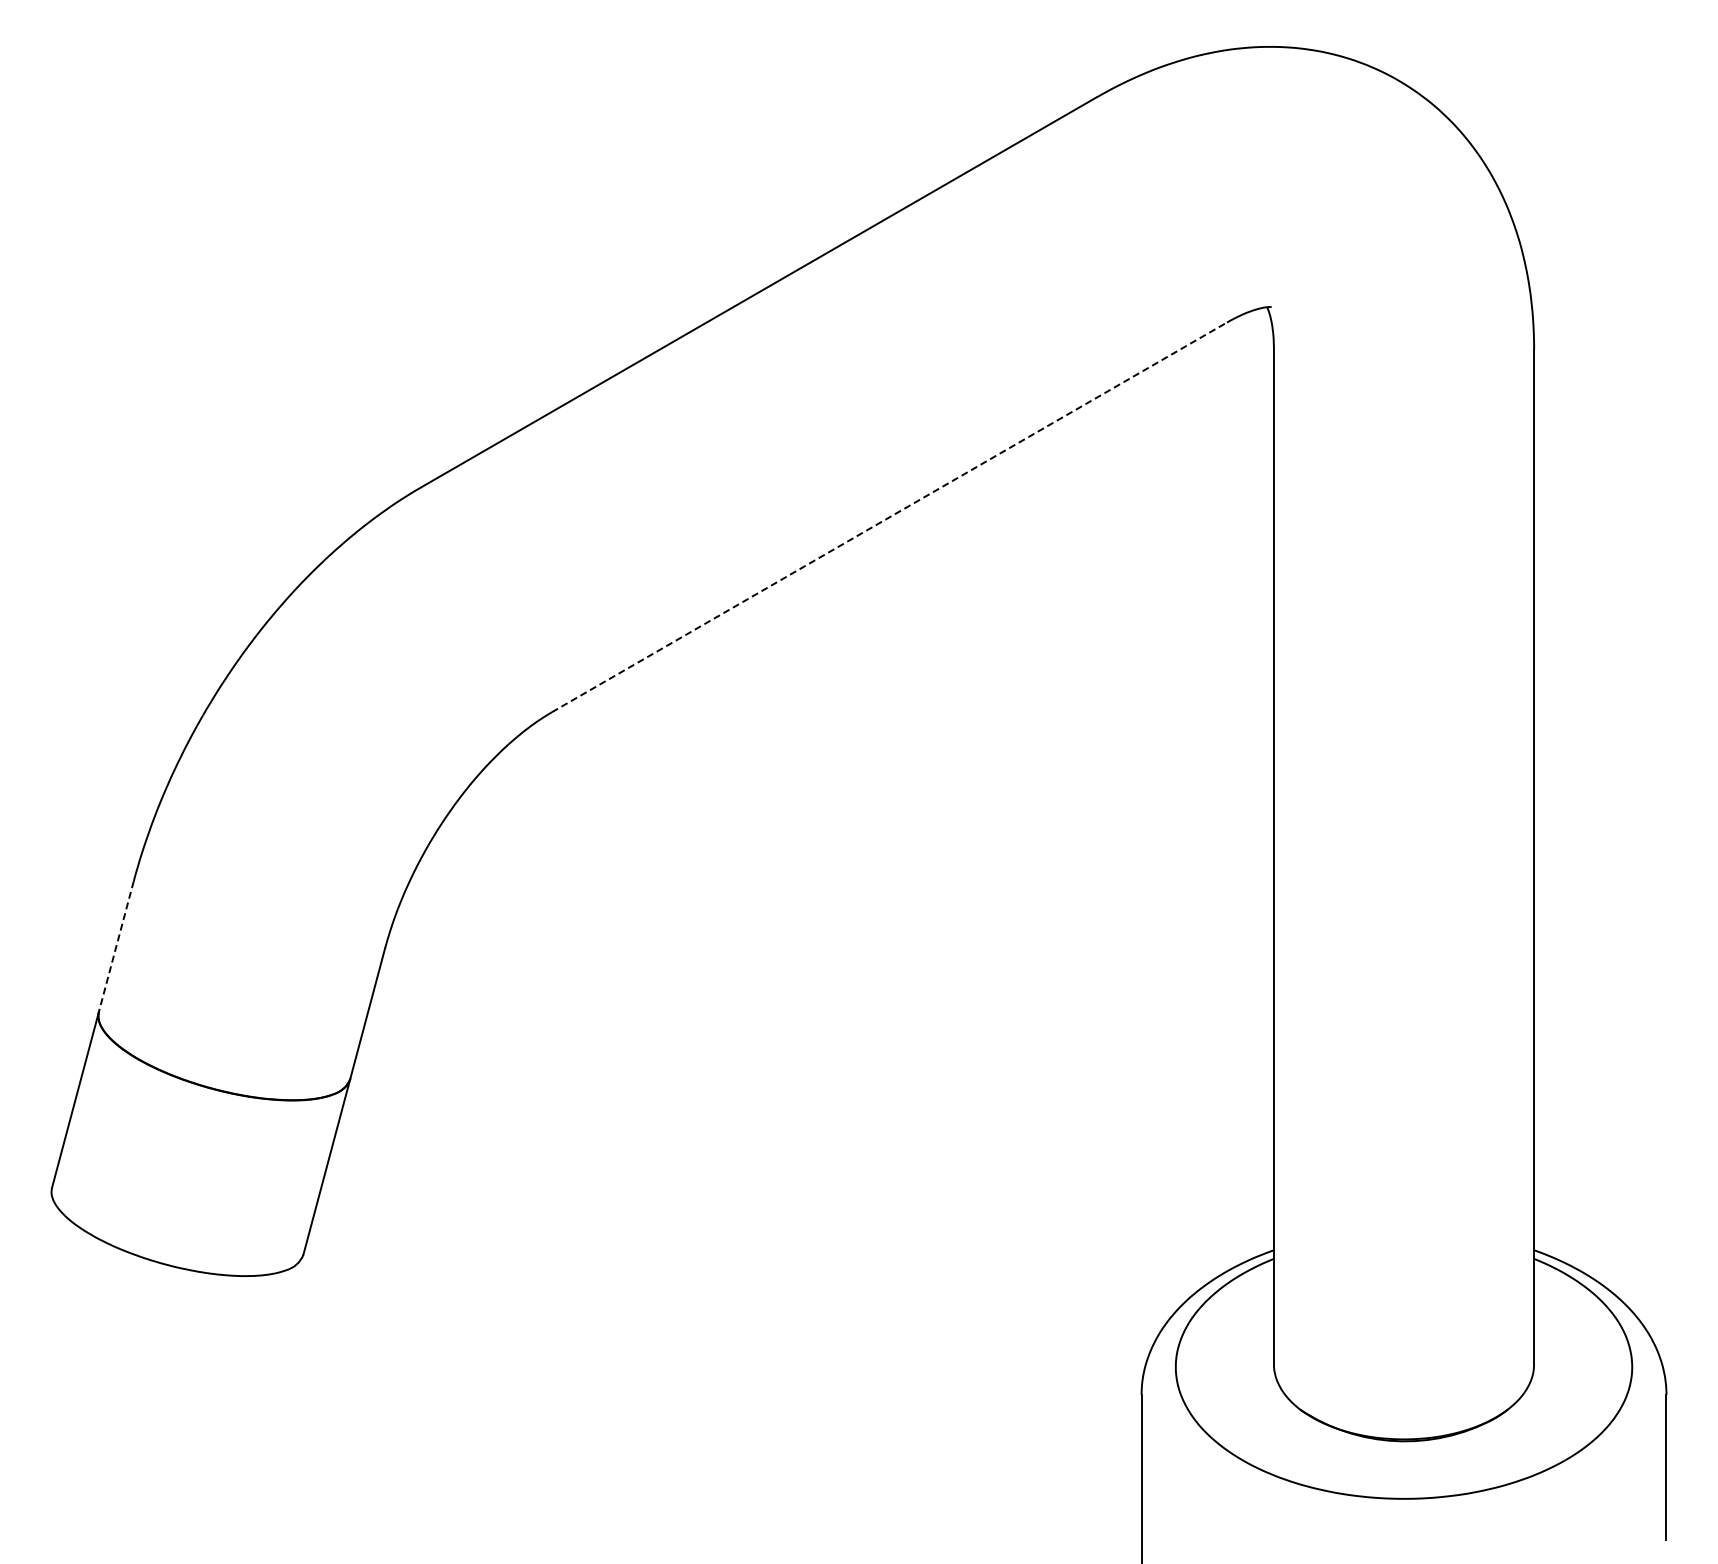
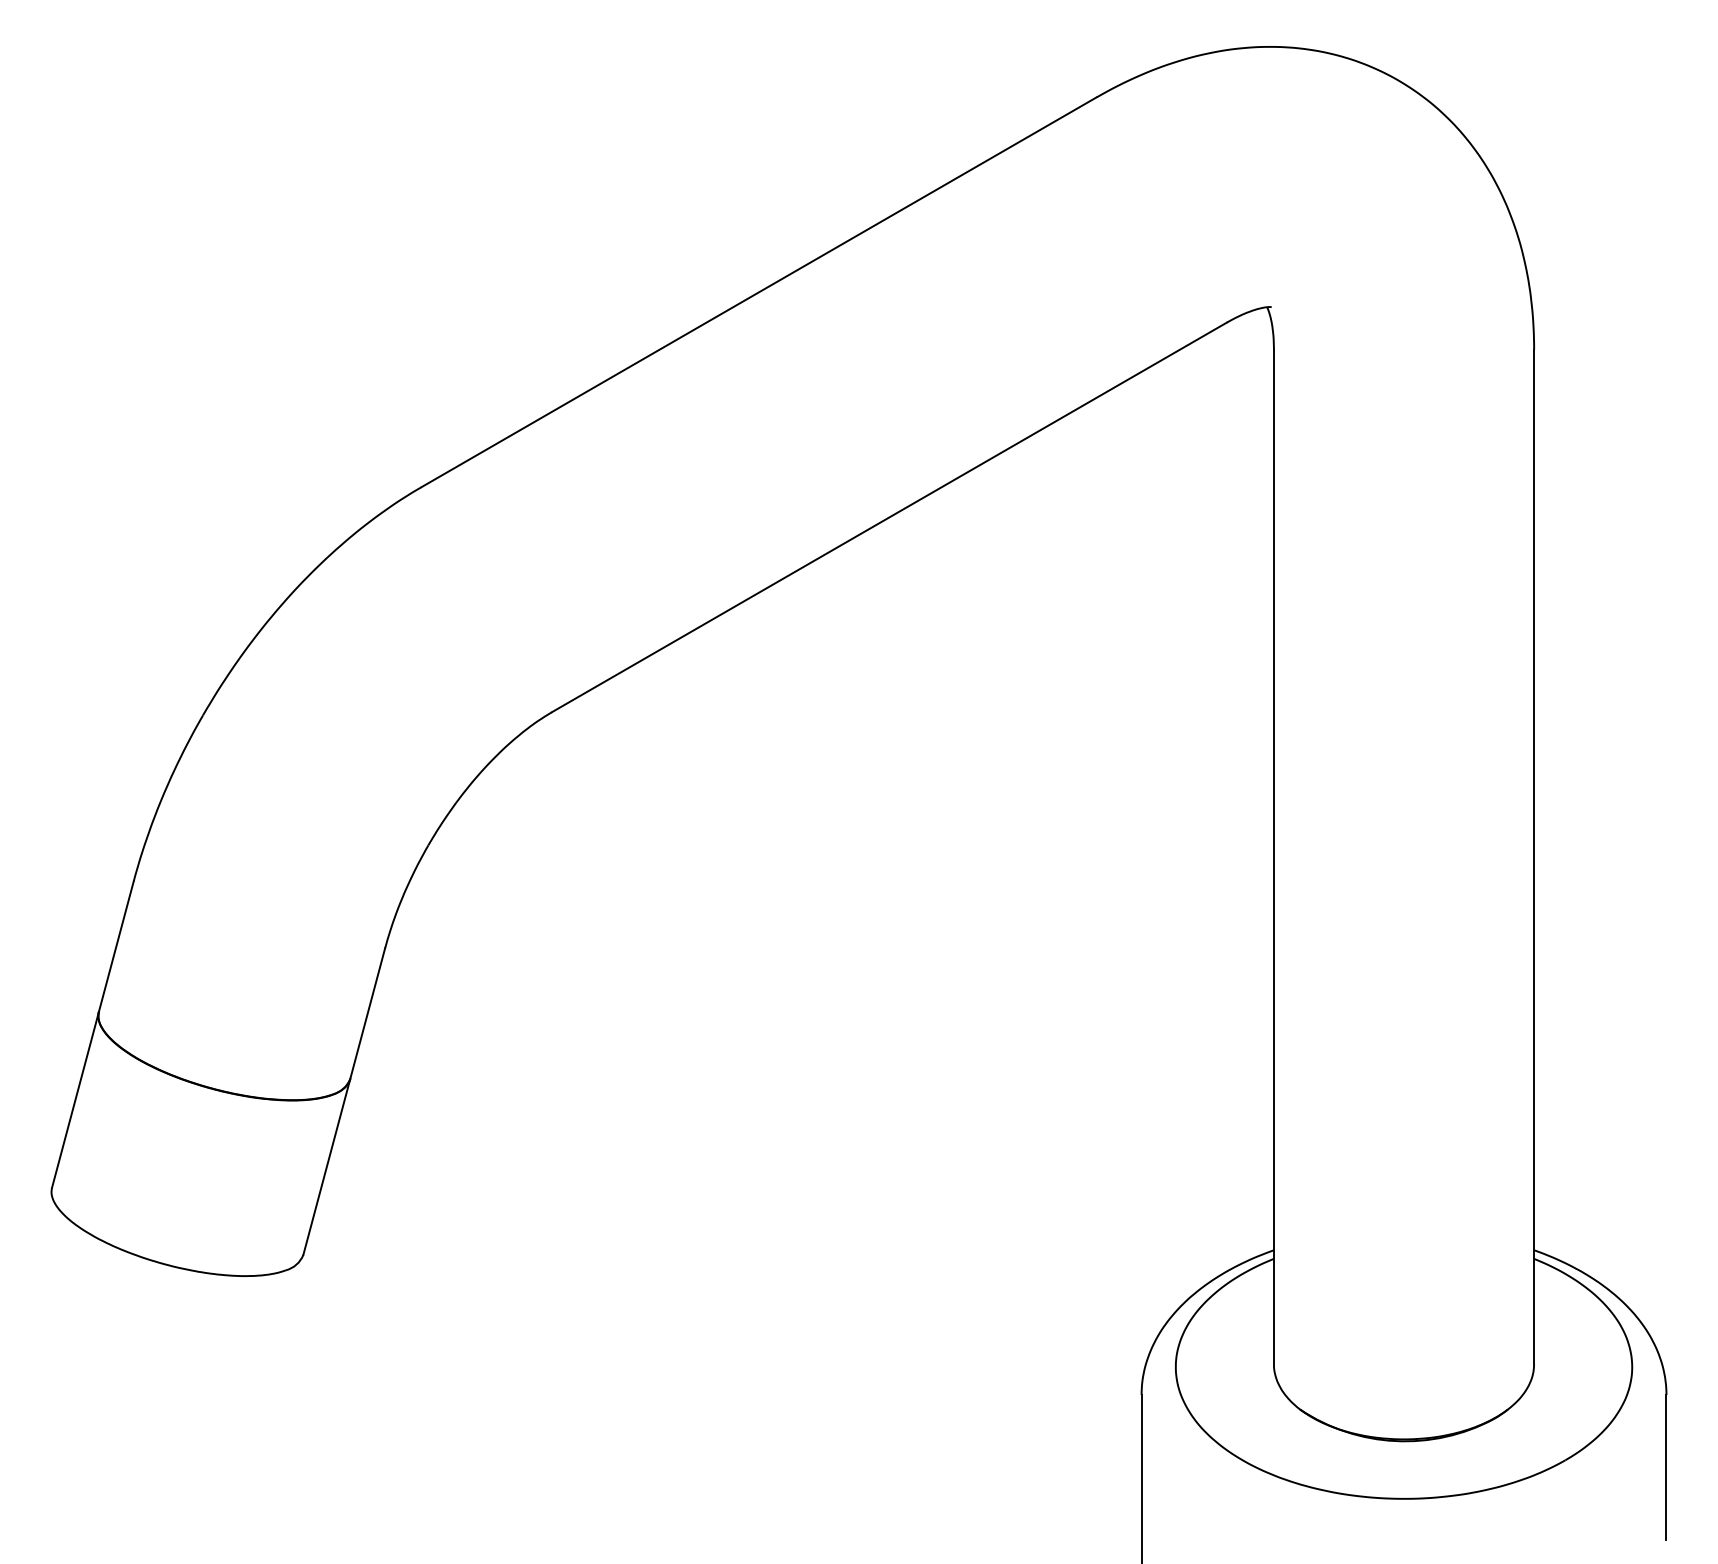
line at (889, 517): dashed -> solid
line at (116, 946): dashed -> solid
